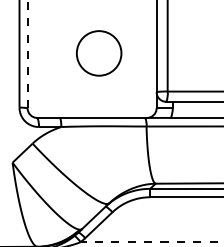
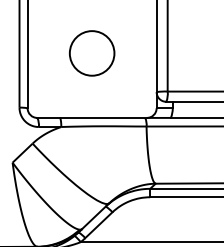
circle at (99, 53) position: (99, 53) -> (92, 53)
line at (27, 54): dashed -> solid
line at (151, 242): dashed -> solid
